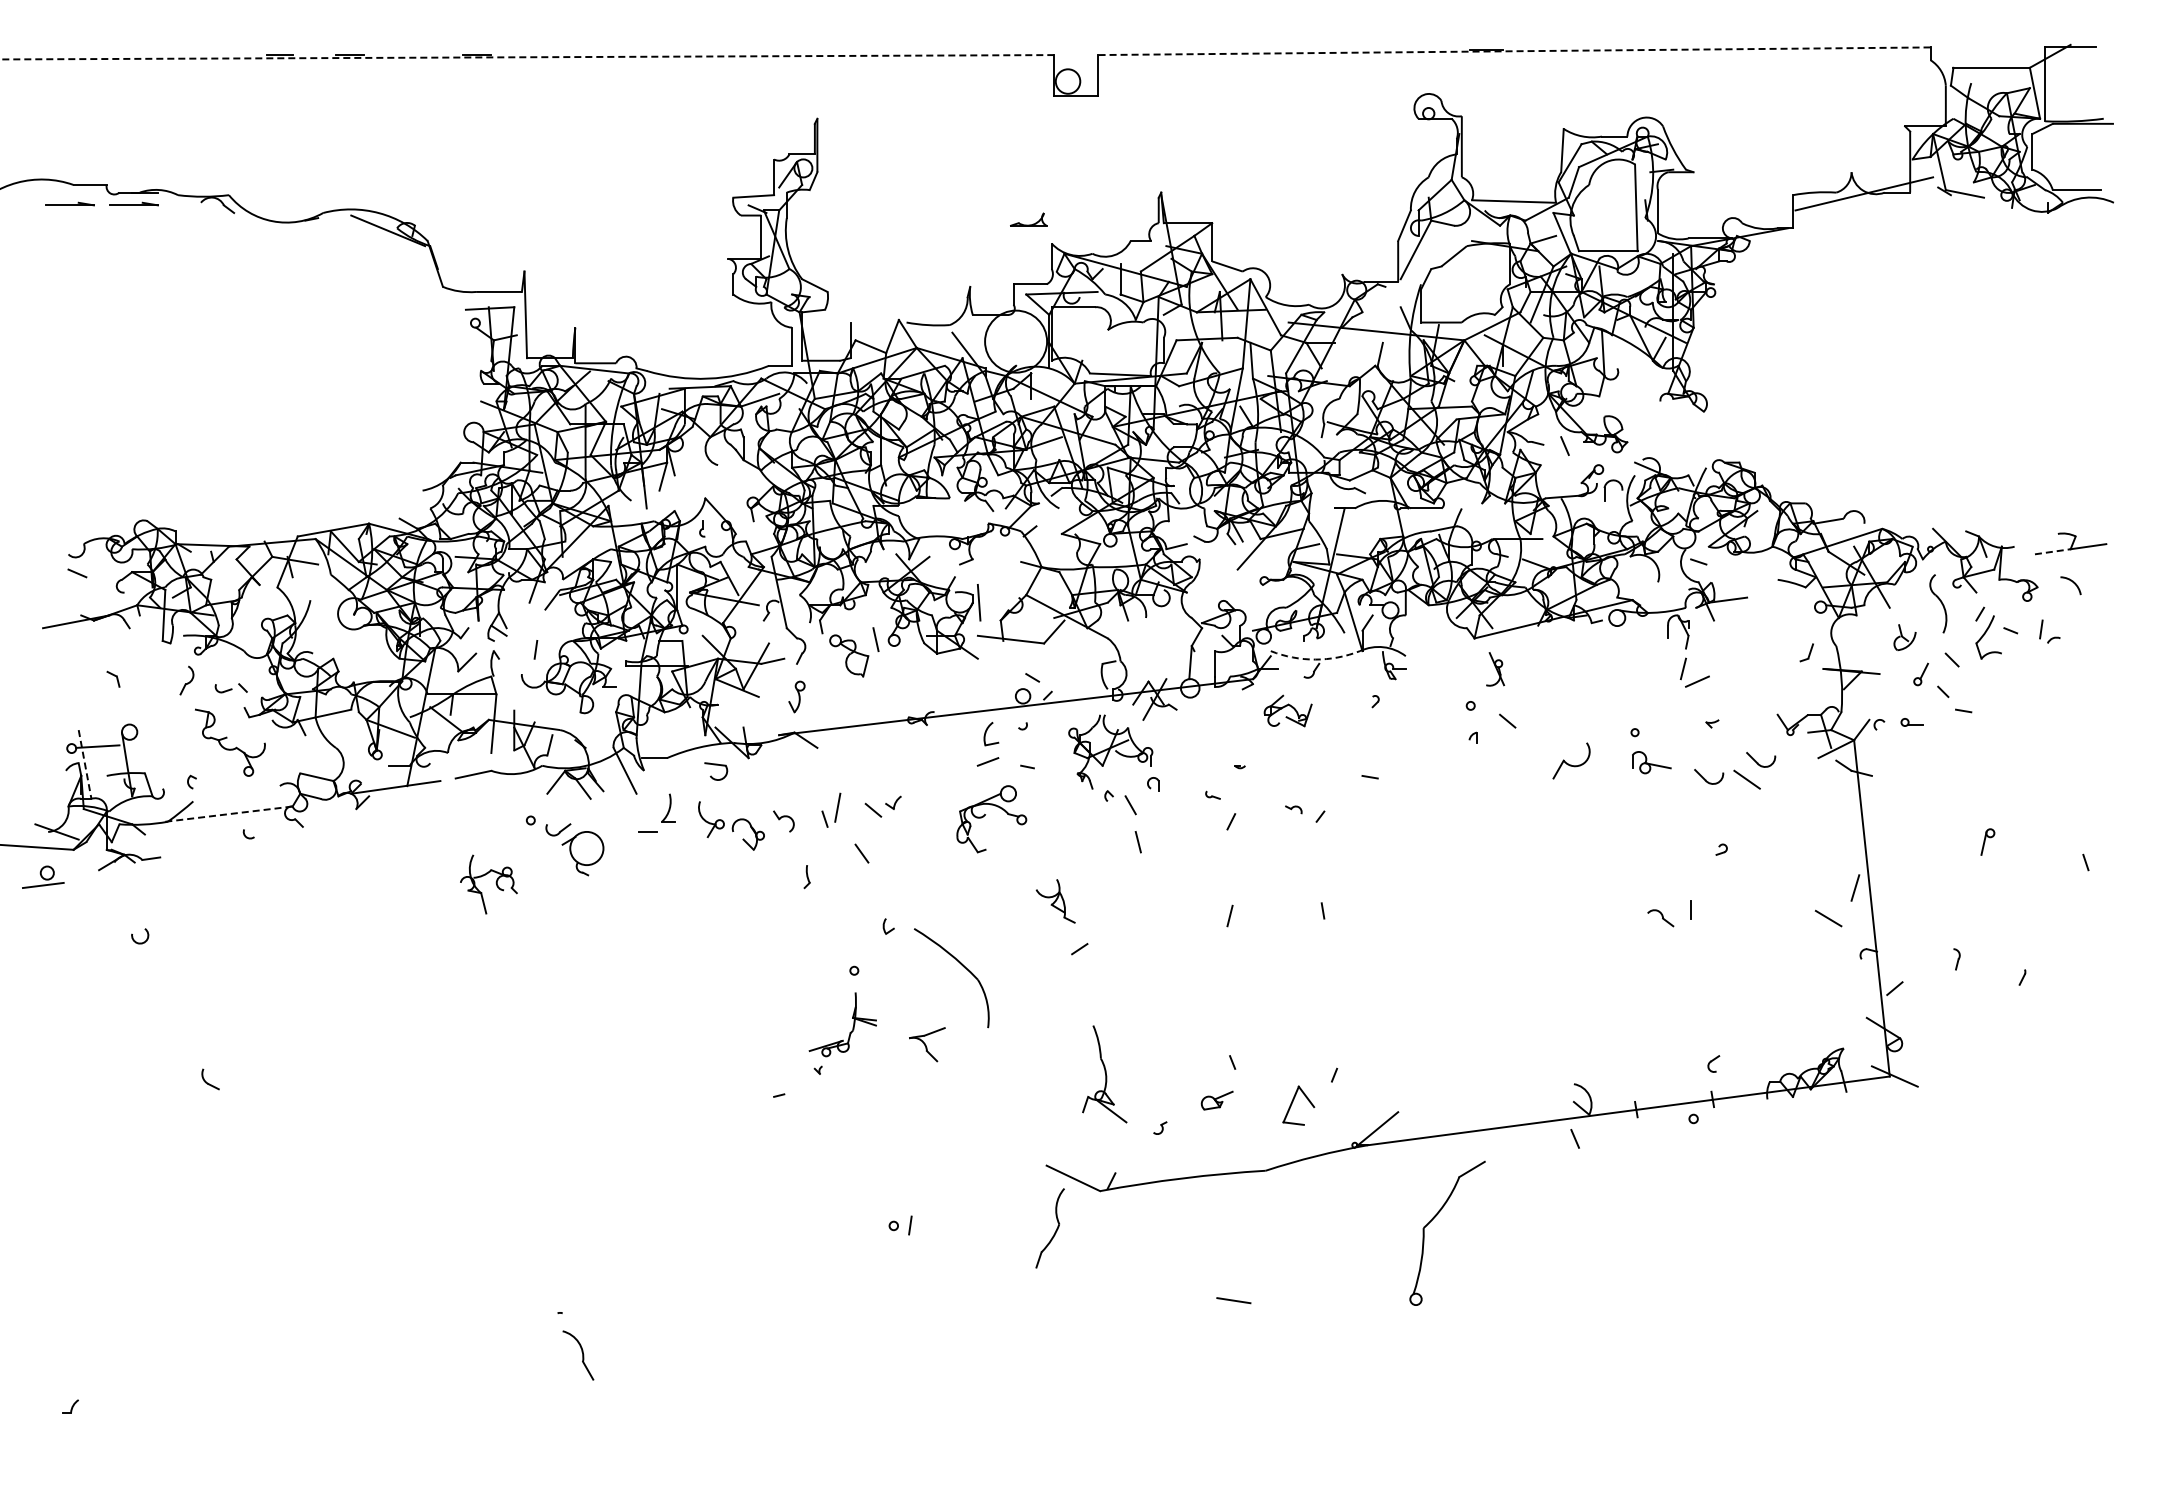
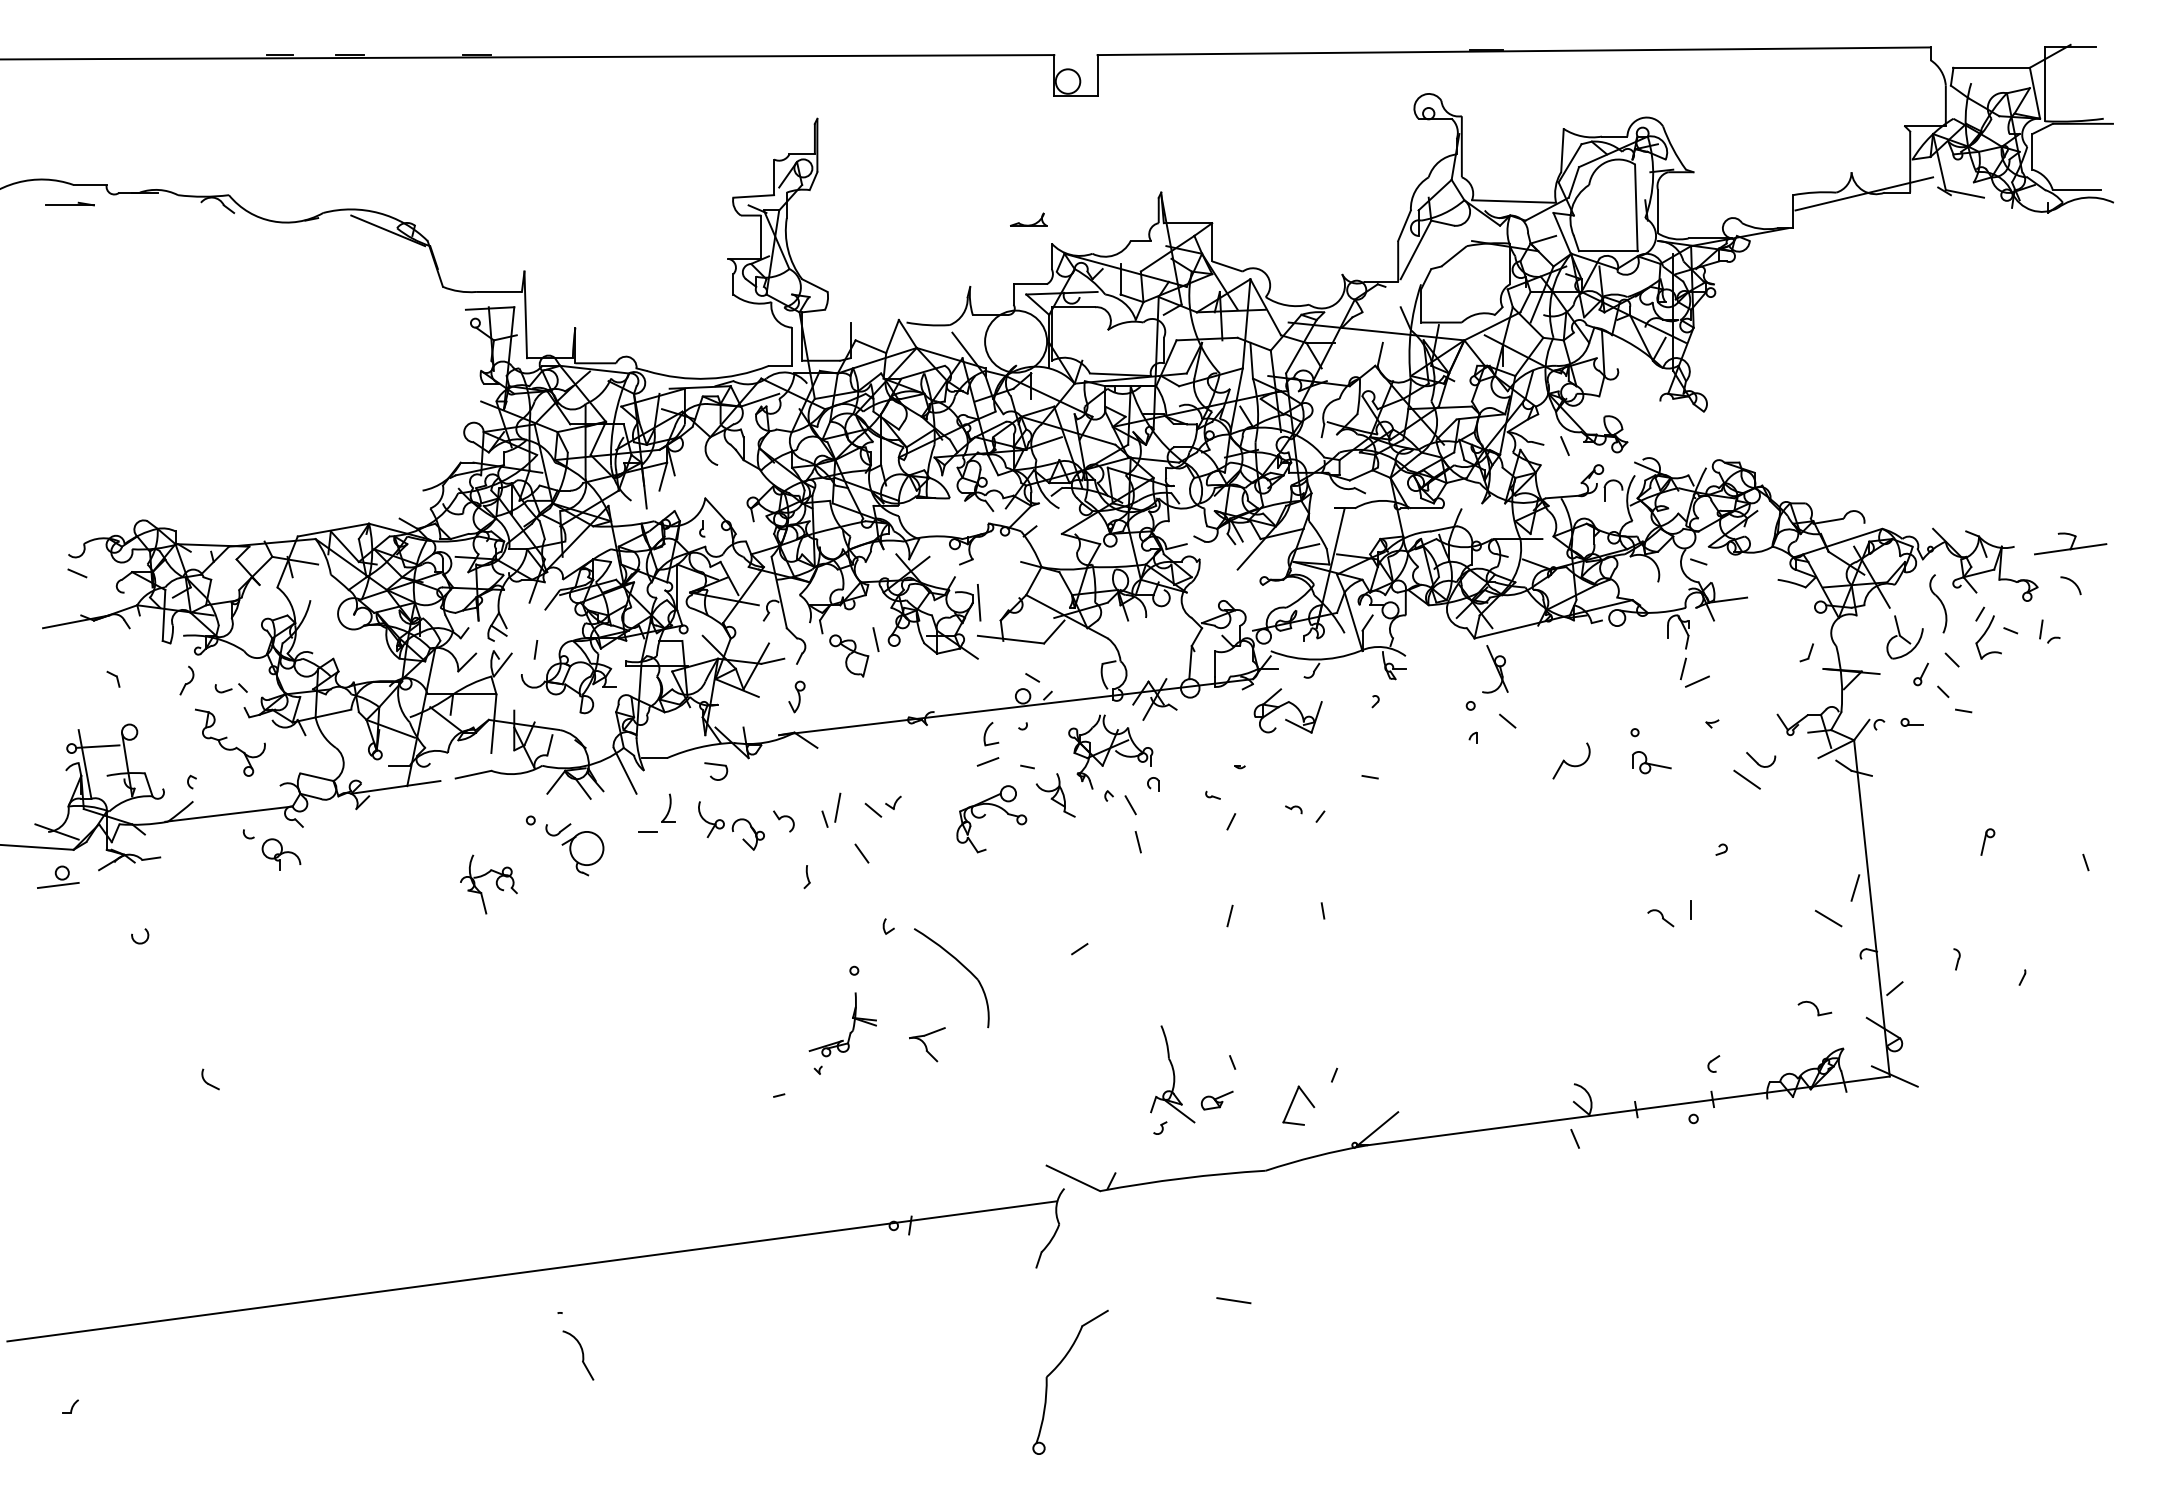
line at (1513, 51): dashed -> solid
line at (527, 57): dashed -> solid
part at (133, 203): present -> none
line at (2053, 551): dashed -> solid
part at (1904, 637) size: 24x27 px -> 38x45 px
arc at (1315, 659): dashed -> solid
line at (502, 664): none -> present
part at (1495, 669) size: 20x35 px -> 27x49 px
part at (1287, 710) size: 50x34 px -> 70x46 px
line at (85, 764): dashed -> solid
part at (1709, 776): present -> none
line at (229, 814): dashed -> solid
part at (281, 854): none -> present
part at (43, 876) position: (43, 876) -> (58, 876)
part at (1055, 901) position: (1055, 901) -> (1055, 795)
part at (1814, 1008): none -> present
part at (1104, 1074) position: (1104, 1074) -> (1172, 1074)
part at (1434, 1218) position: (1434, 1218) -> (1057, 1367)
line at (531, 1271): none -> present
